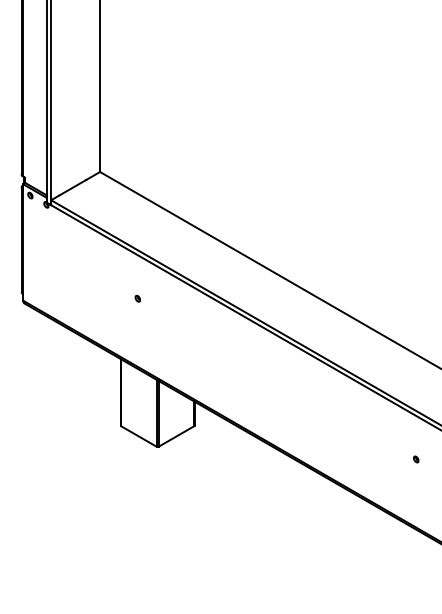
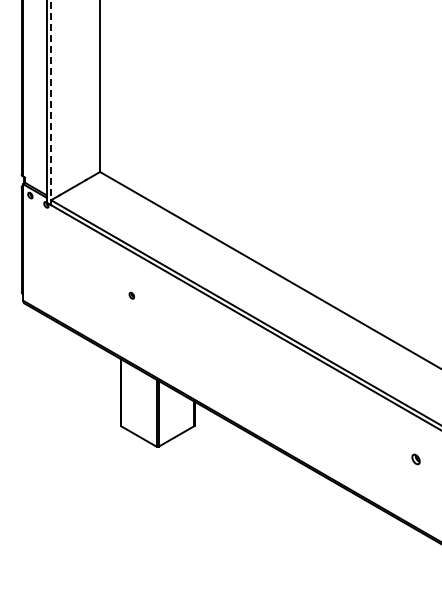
line at (51, 103): solid -> dashed
part at (137, 298) position: (137, 298) -> (131, 295)
part at (416, 459) size: 7x9 px -> 10x13 px
